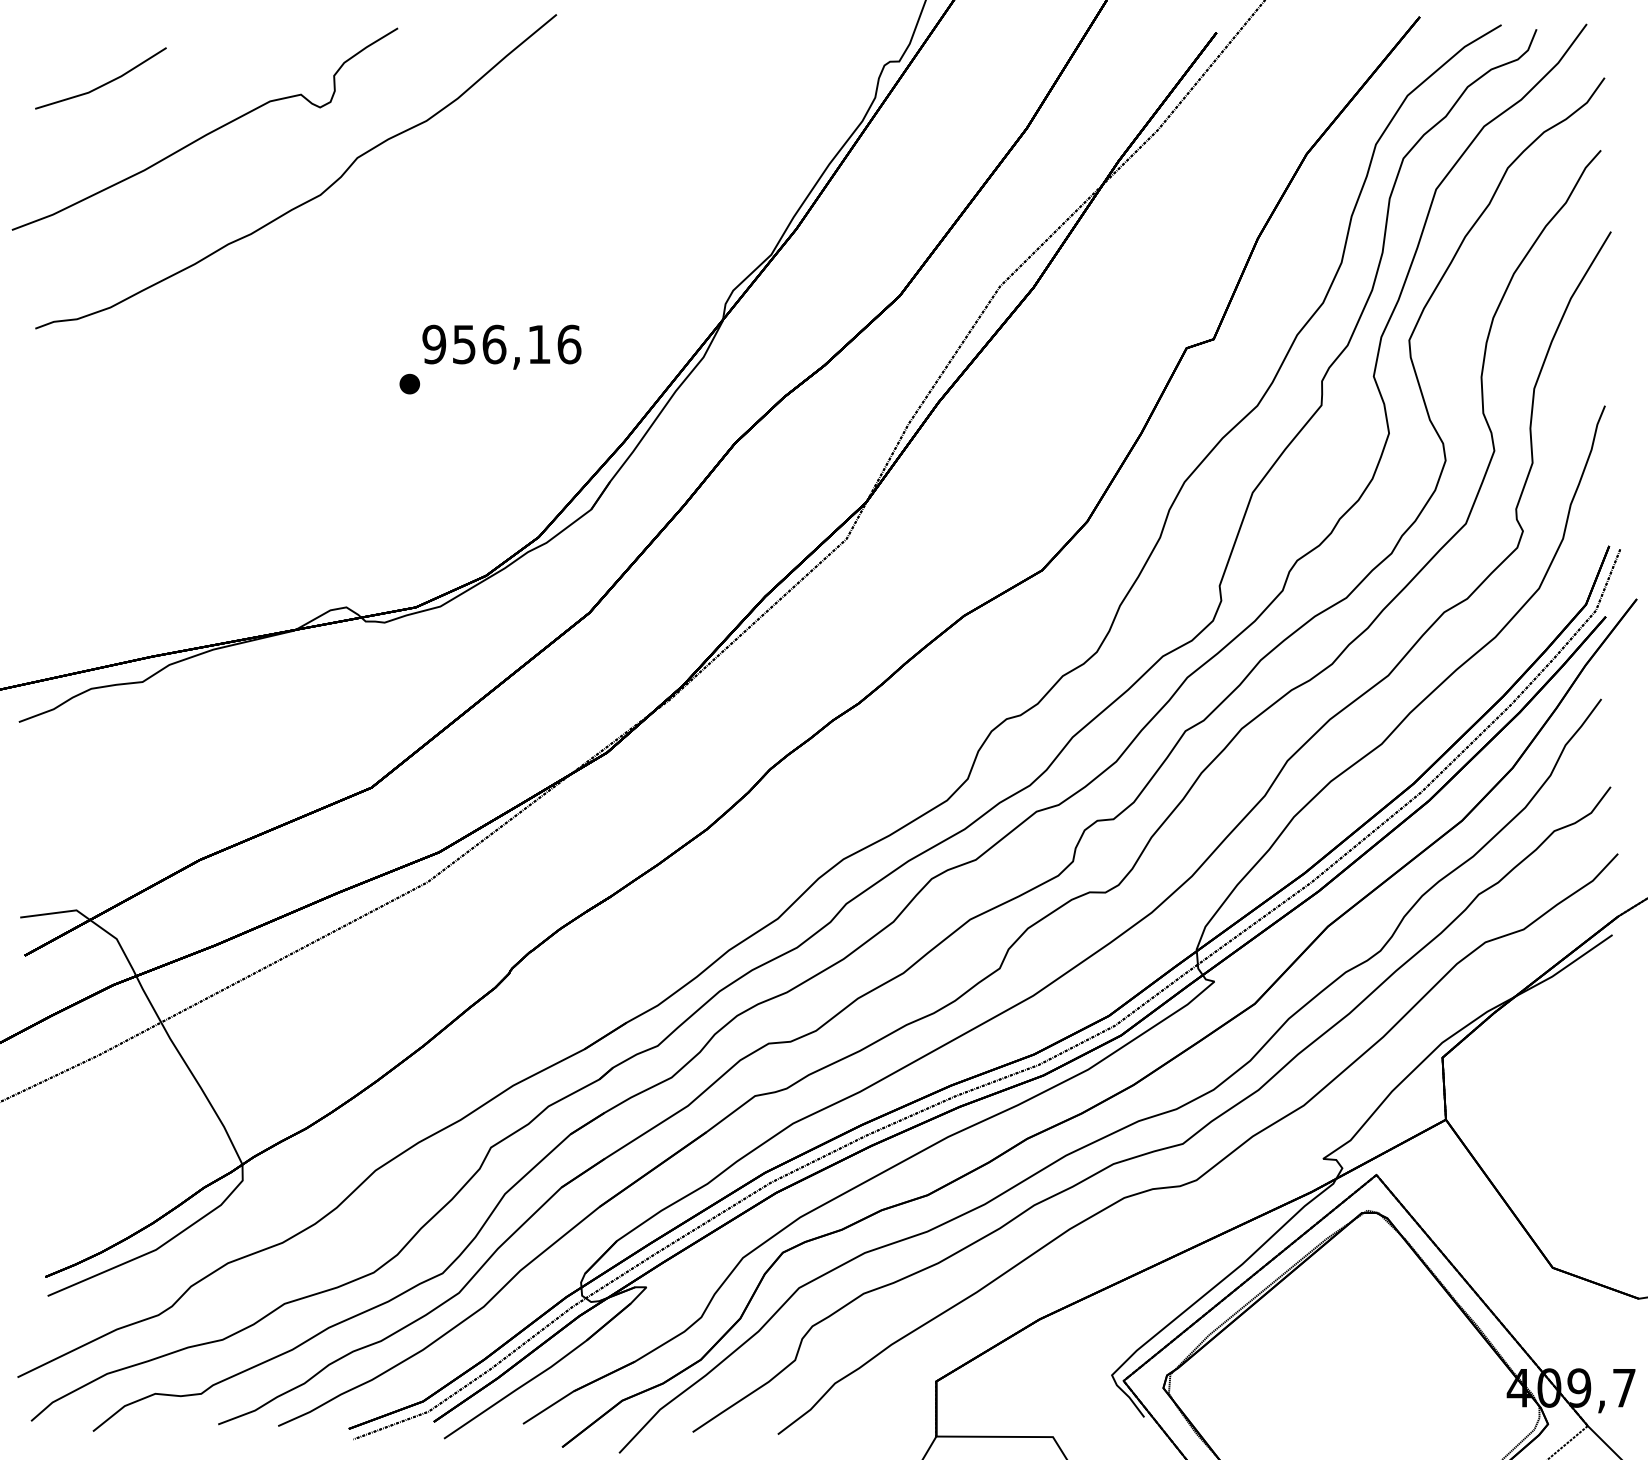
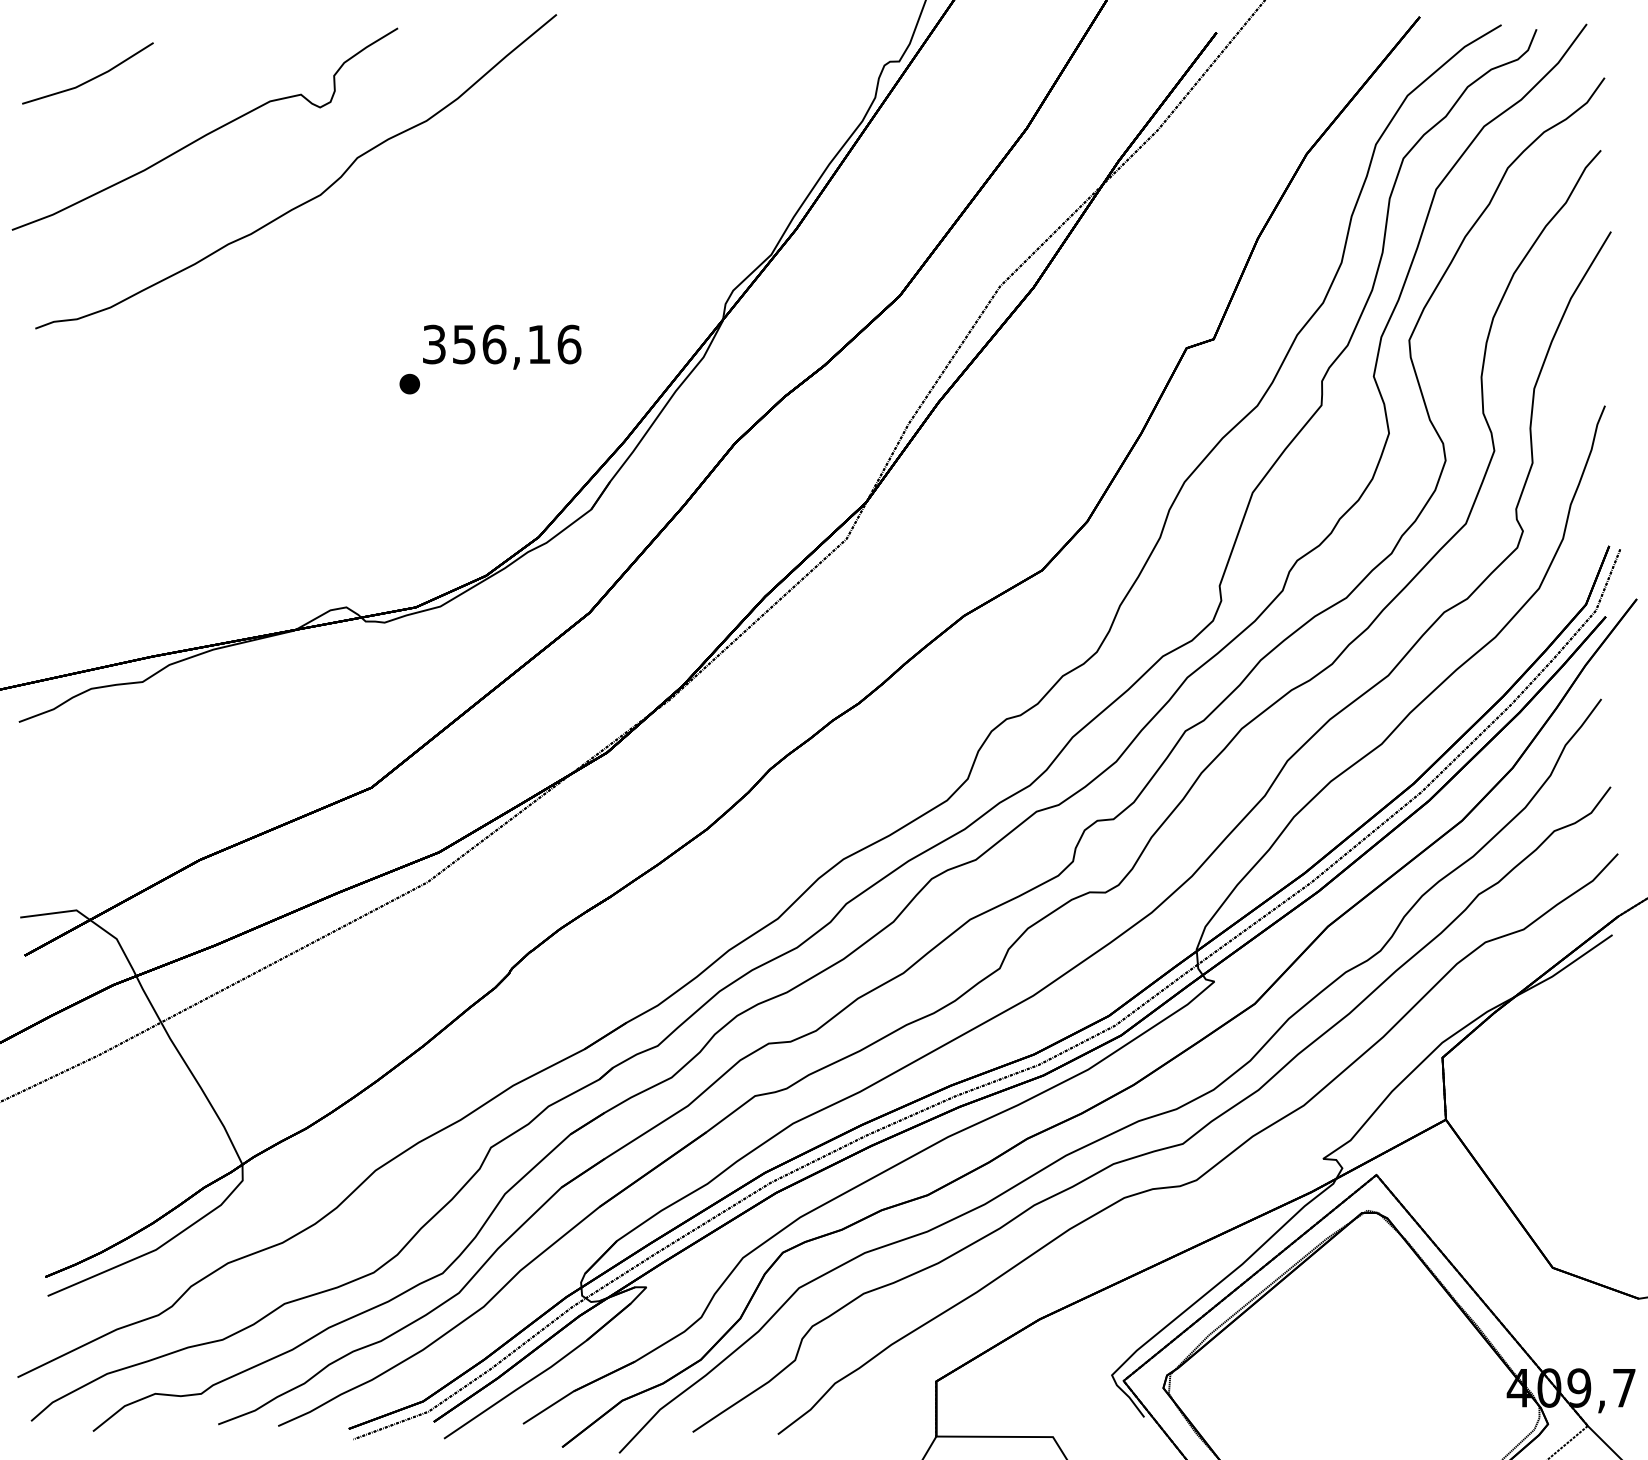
line at (102, 84) position: (102, 84) -> (89, 79)
text at (434, 344): 956,16 -> 356,16
